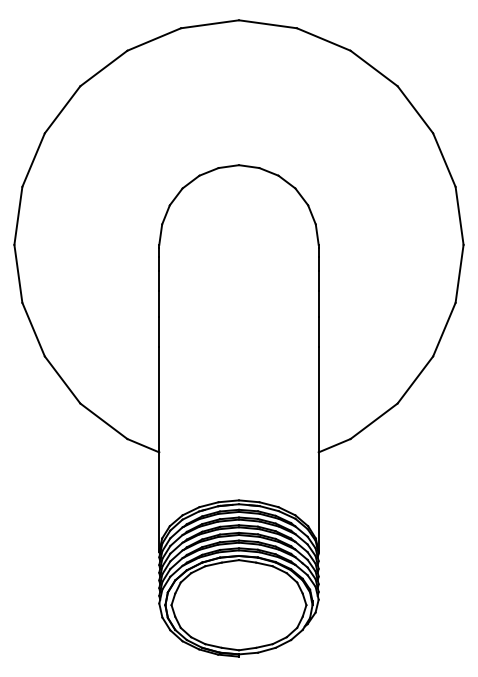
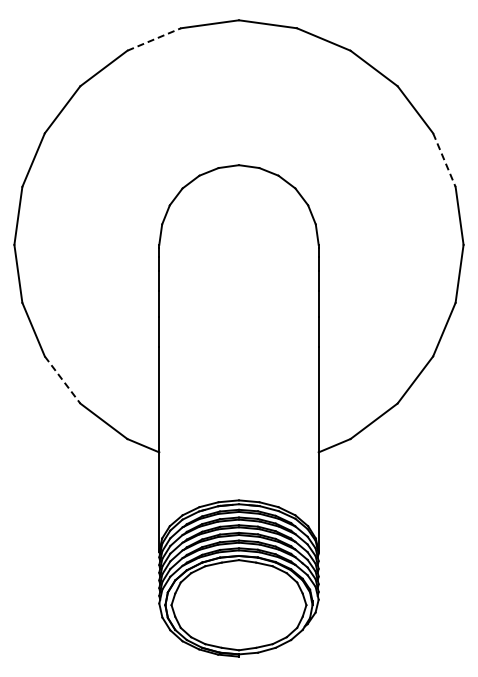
line at (154, 39): solid -> dashed
line at (444, 160): solid -> dashed
line at (62, 380): solid -> dashed
